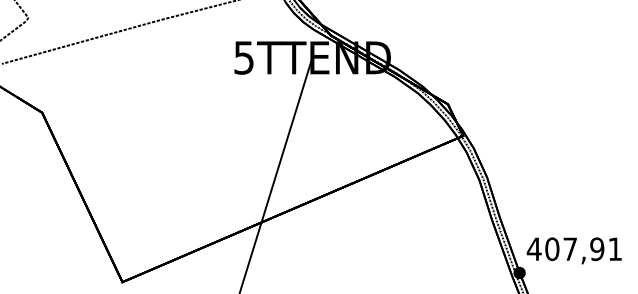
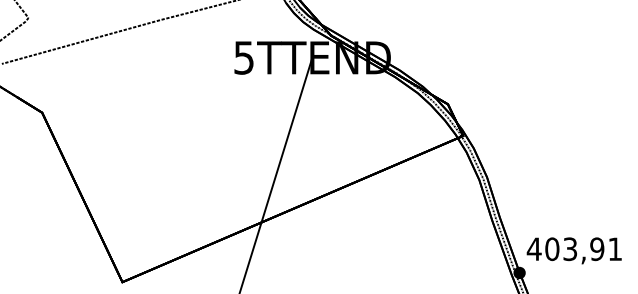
text at (569, 249): 407,91 -> 403,91
